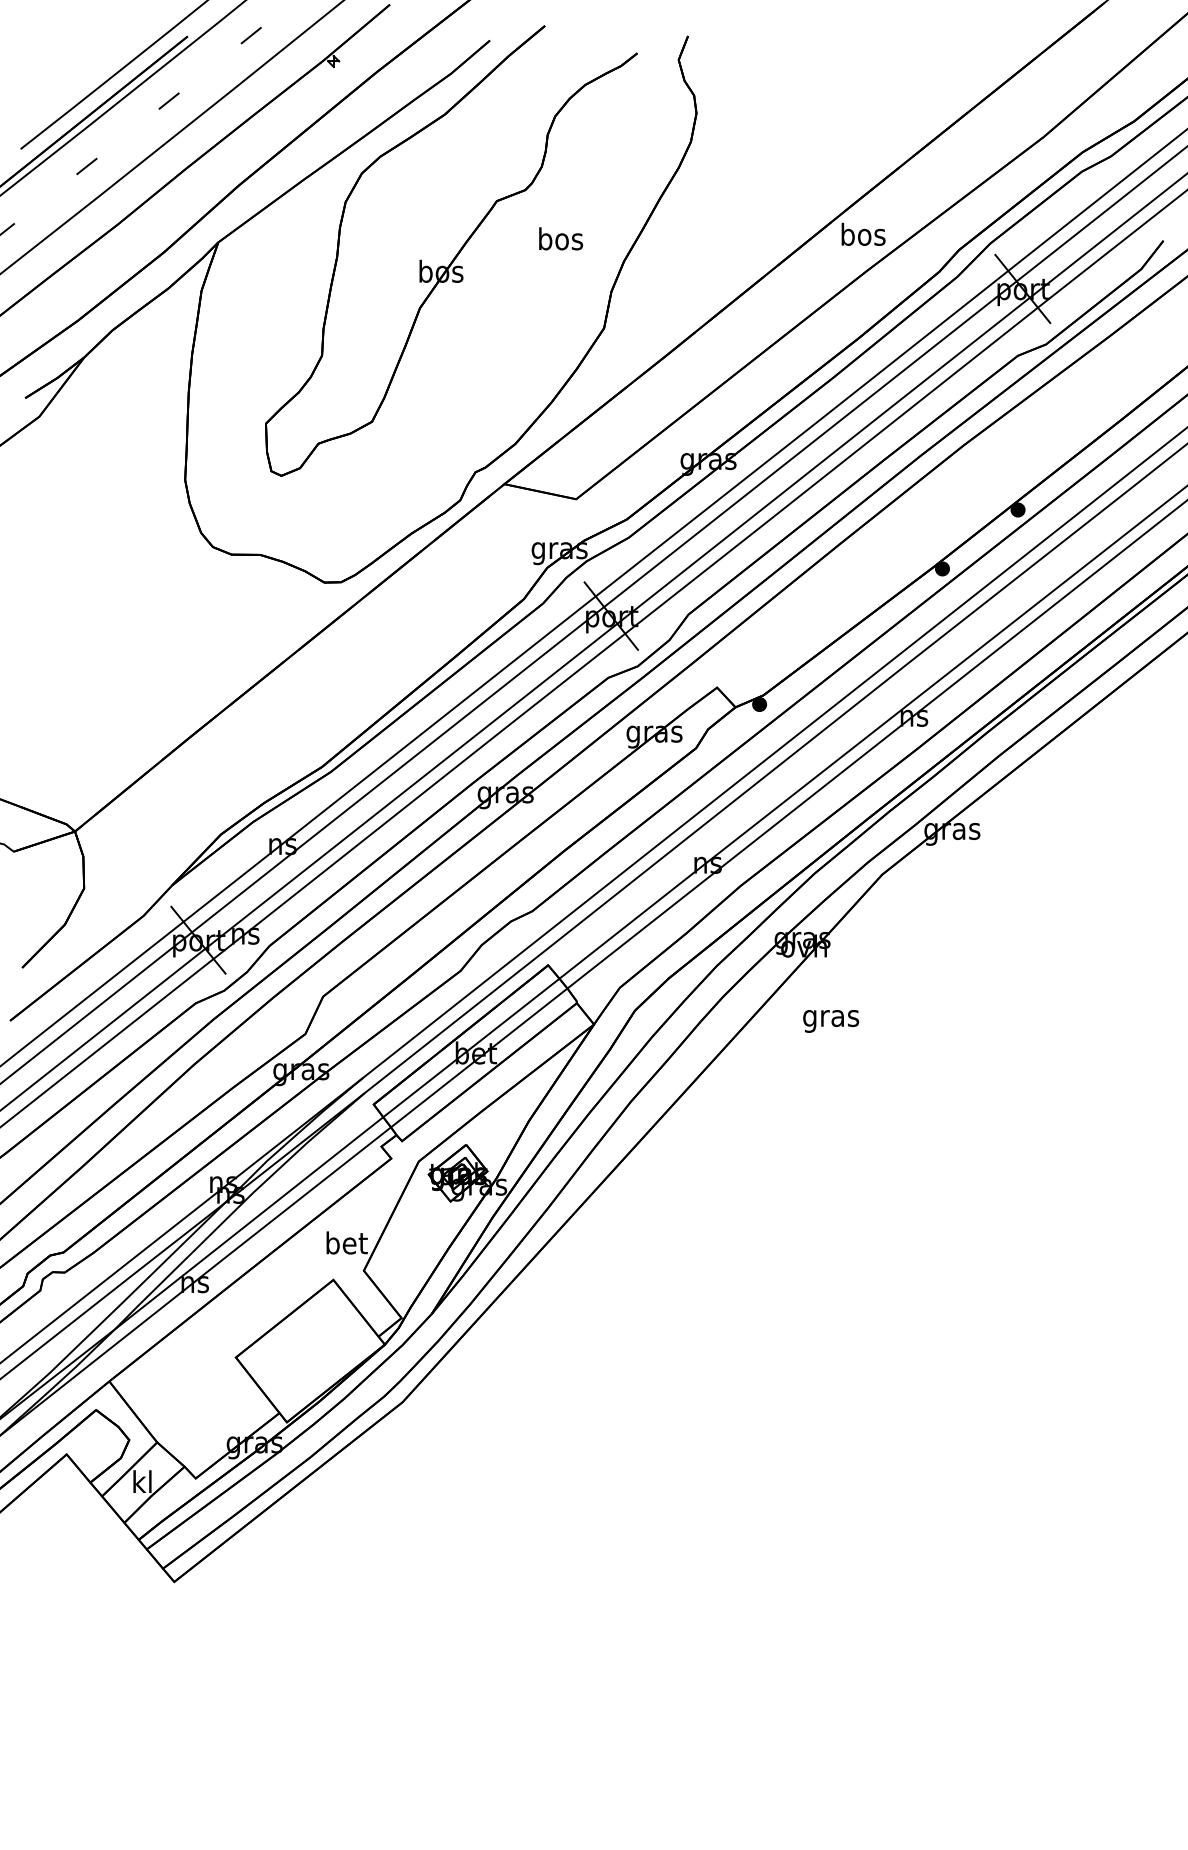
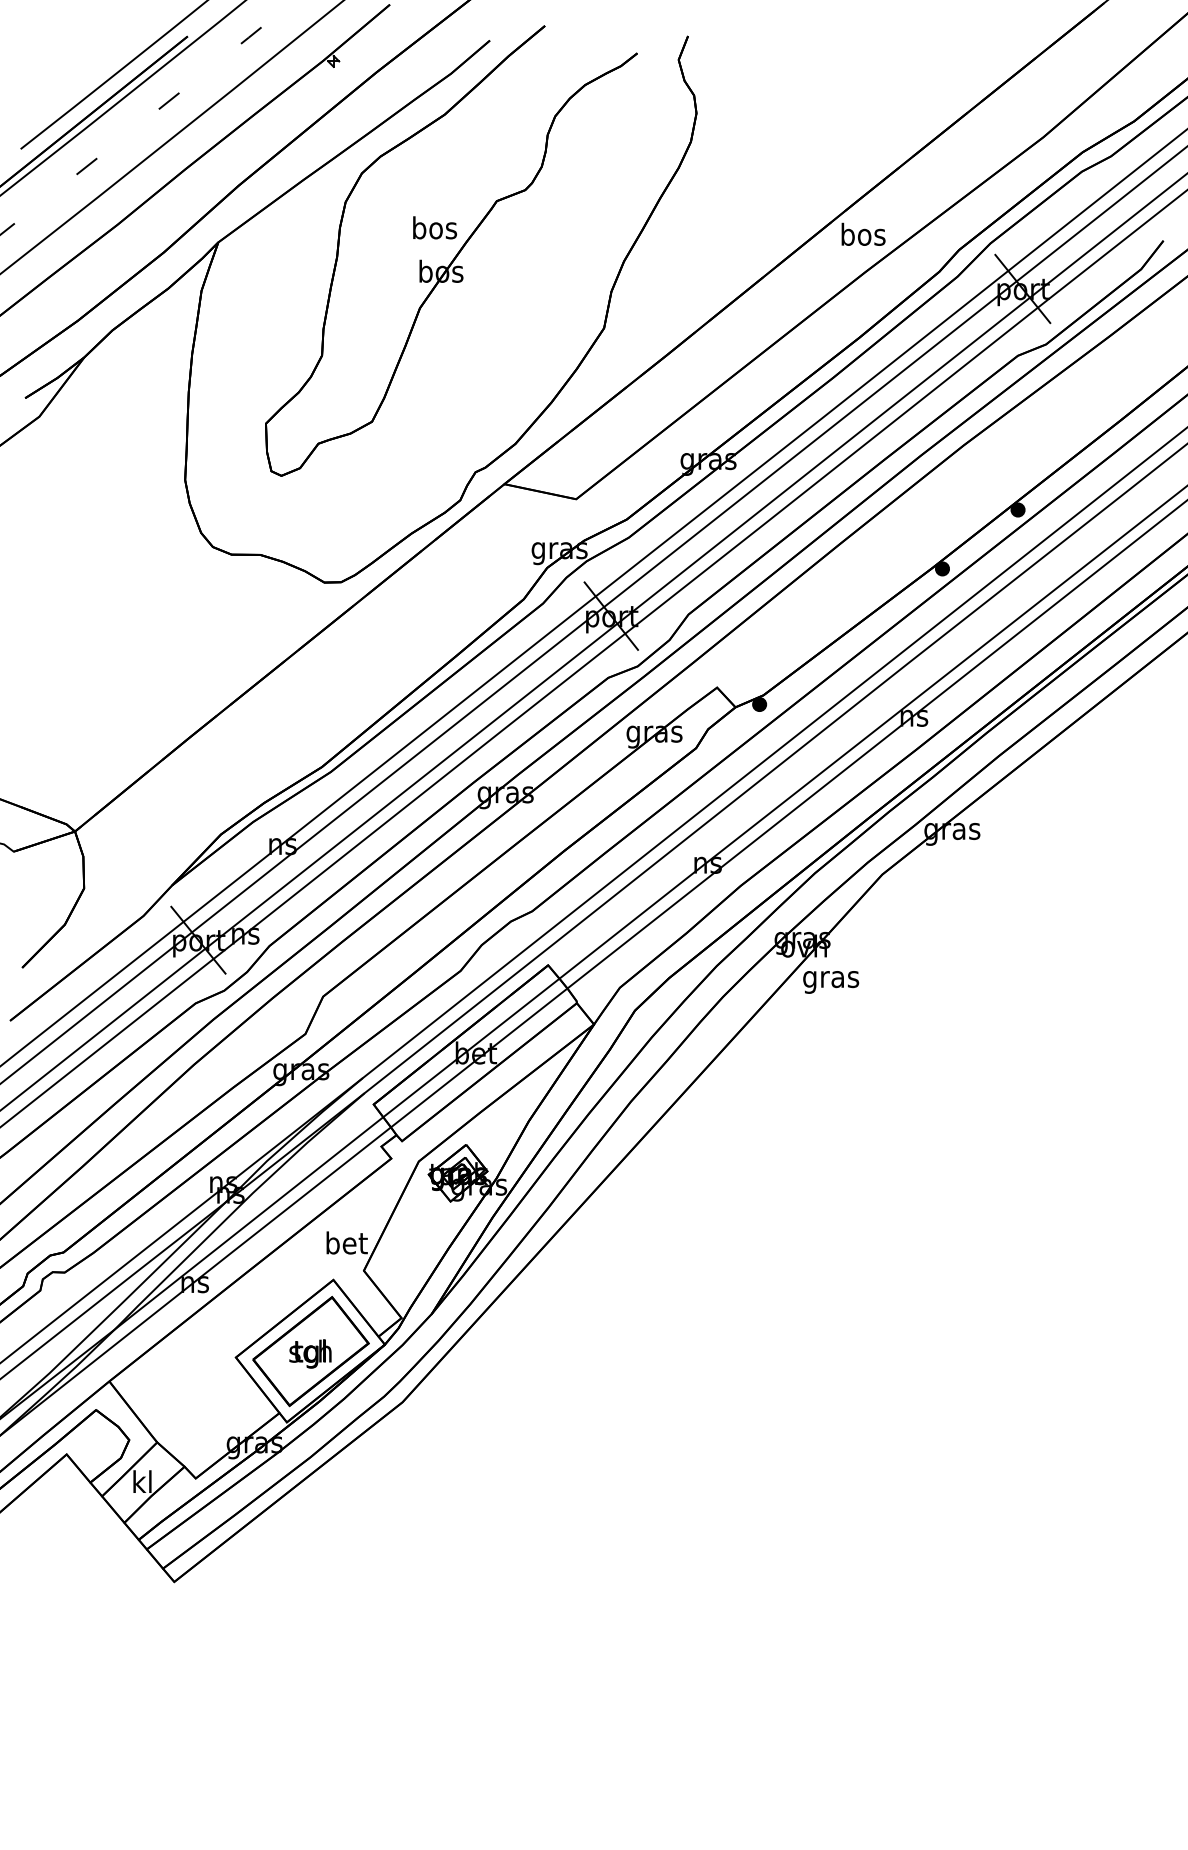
text at (561, 238) position: (561, 238) -> (435, 227)
text at (831, 1021) position: (831, 1021) -> (831, 982)
part at (310, 1351): none -> present
